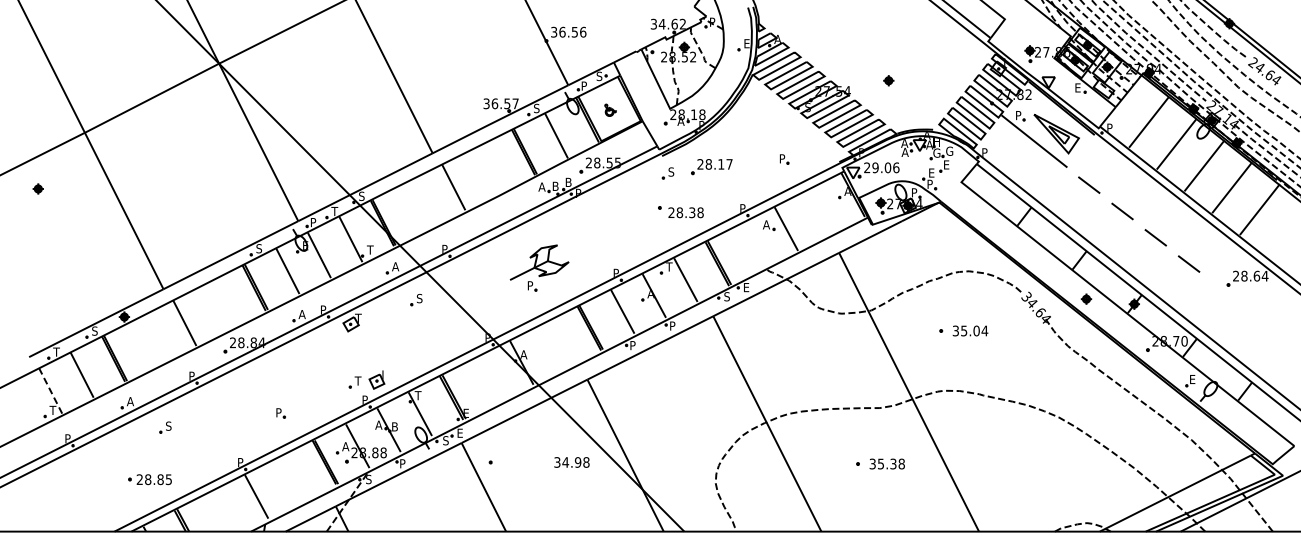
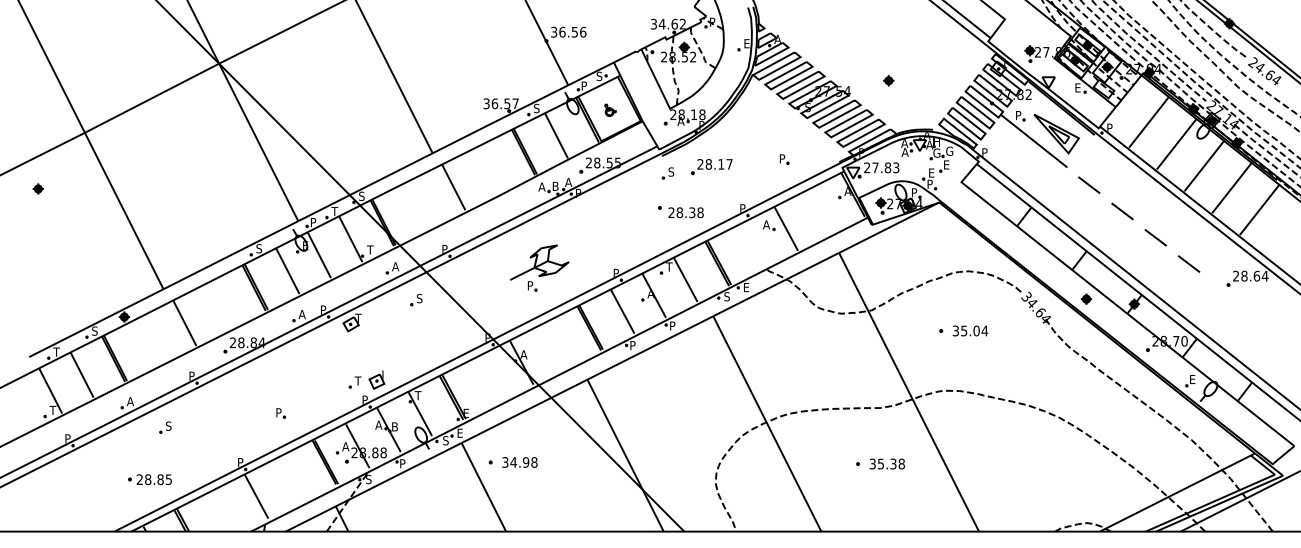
text at (885, 167): 29.06 -> 27.83
text at (568, 181): B -> A
line at (50, 390): dashed -> solid
text at (571, 462) position: (571, 462) -> (519, 462)
